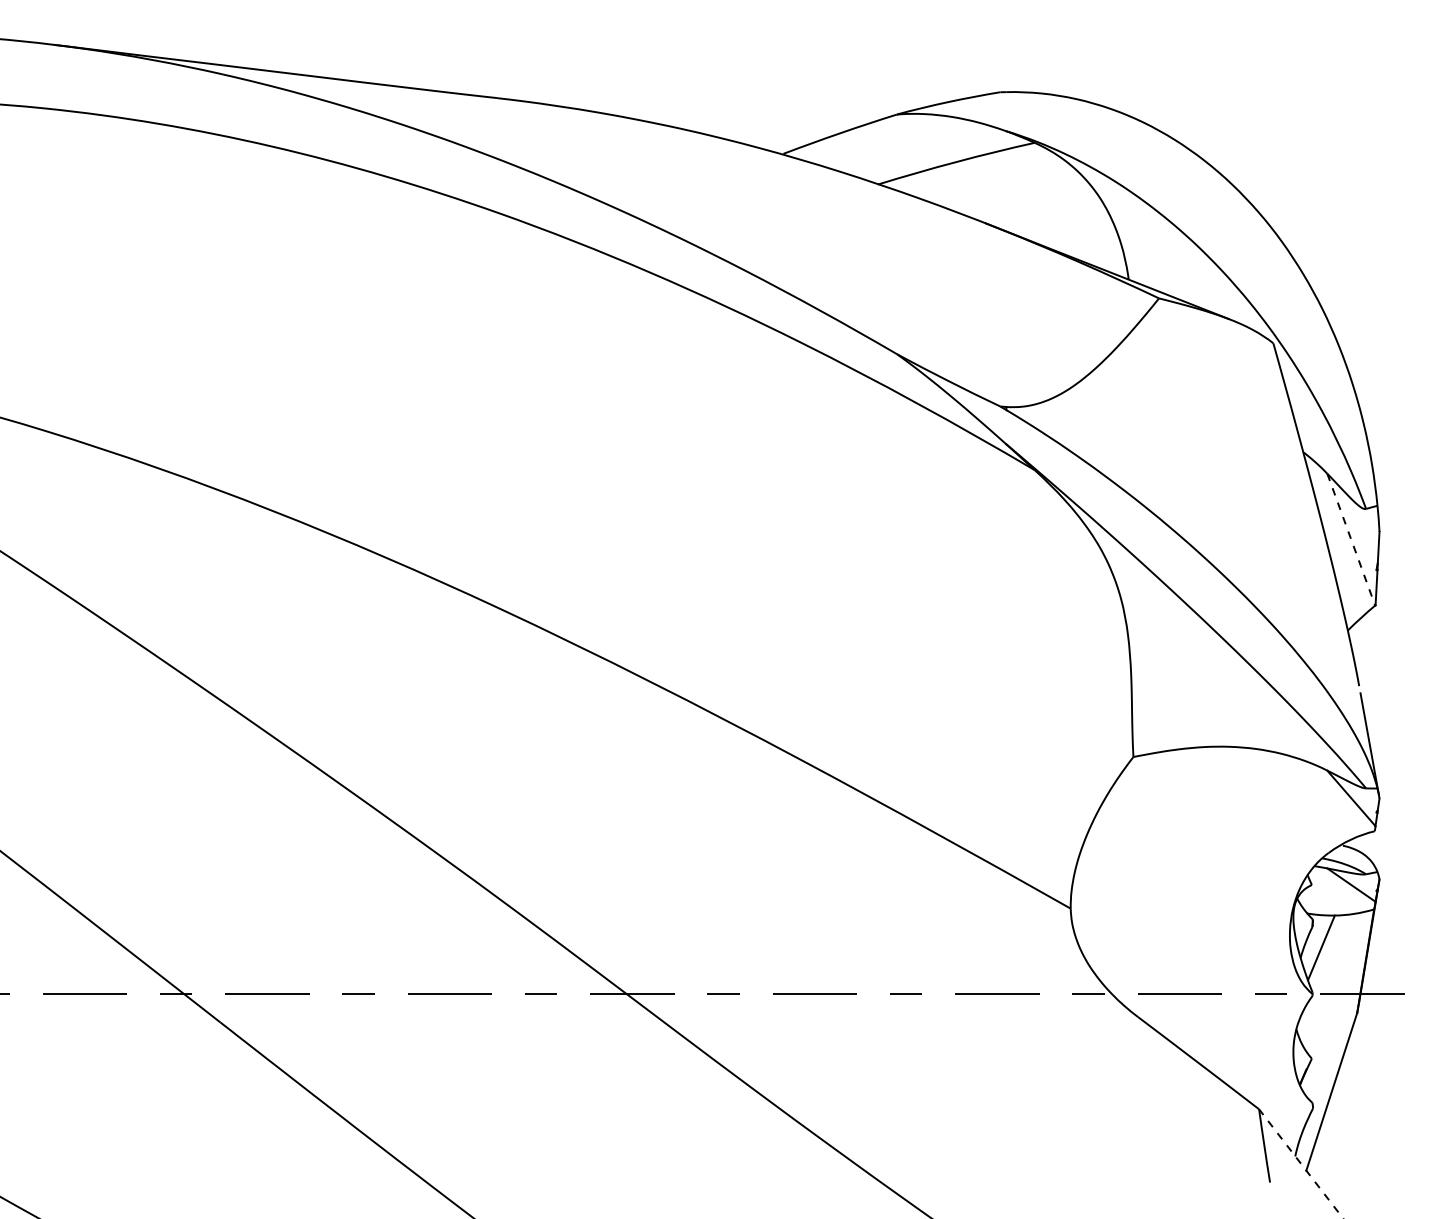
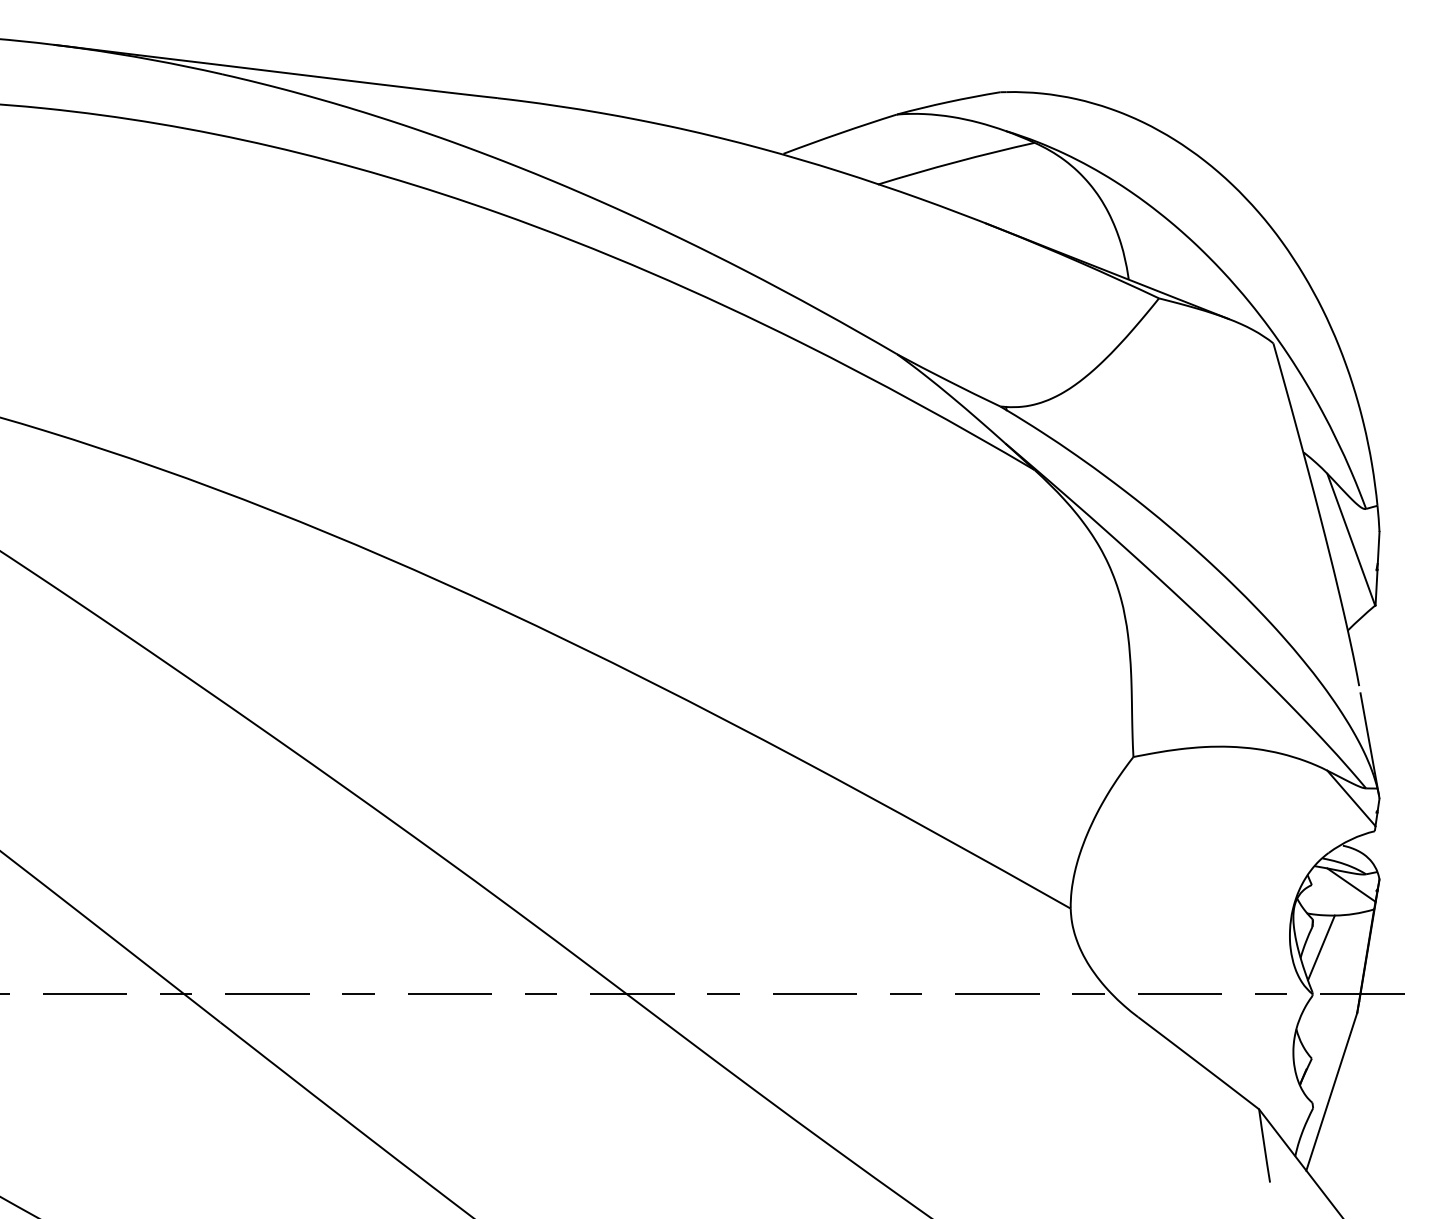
line at (1351, 540): dashed -> solid
line at (1301, 1163): dashed -> solid
